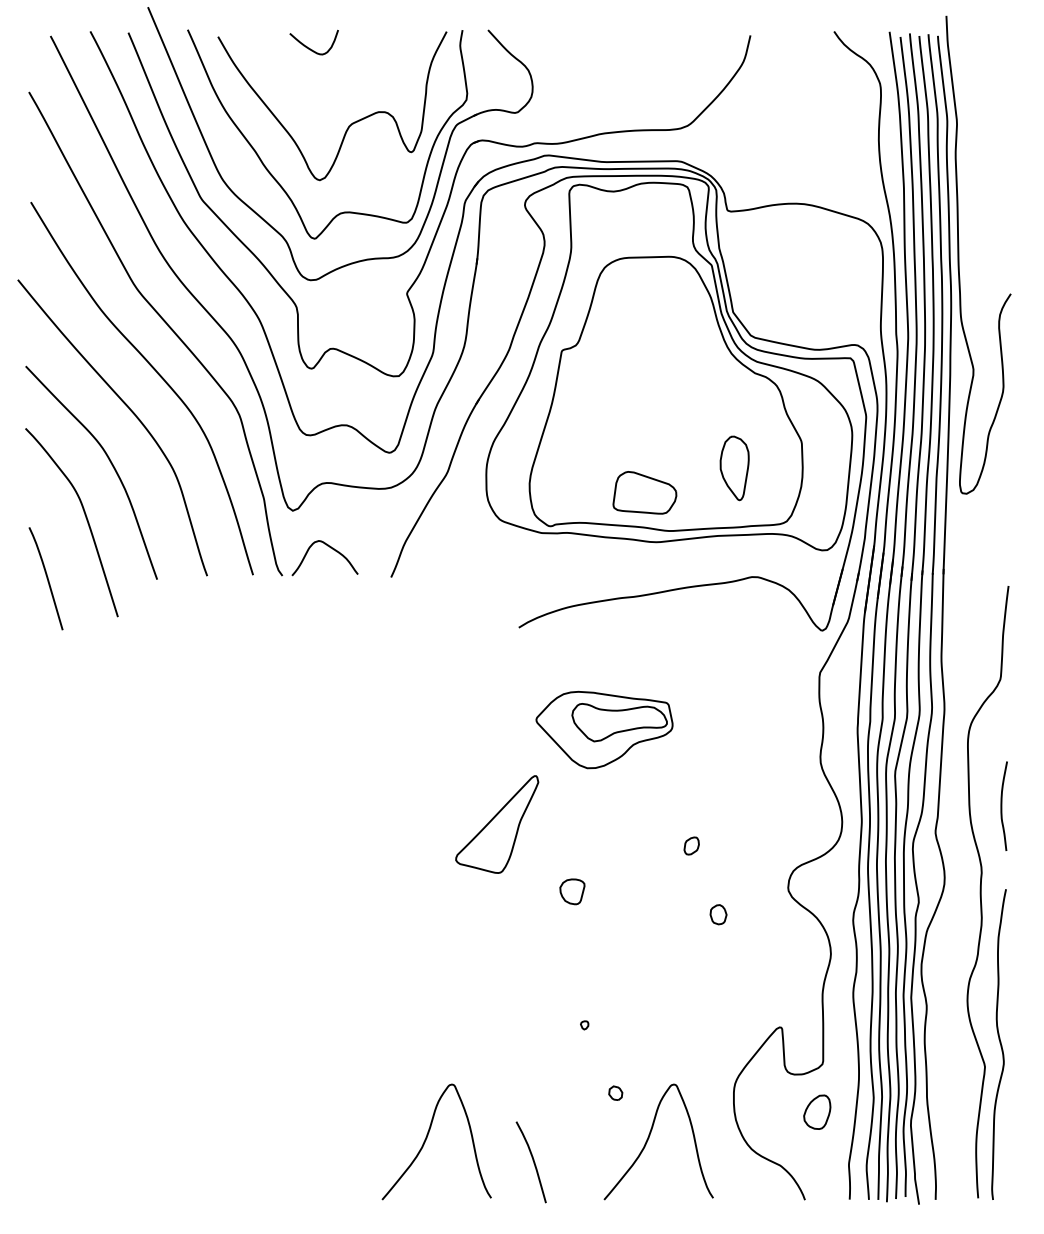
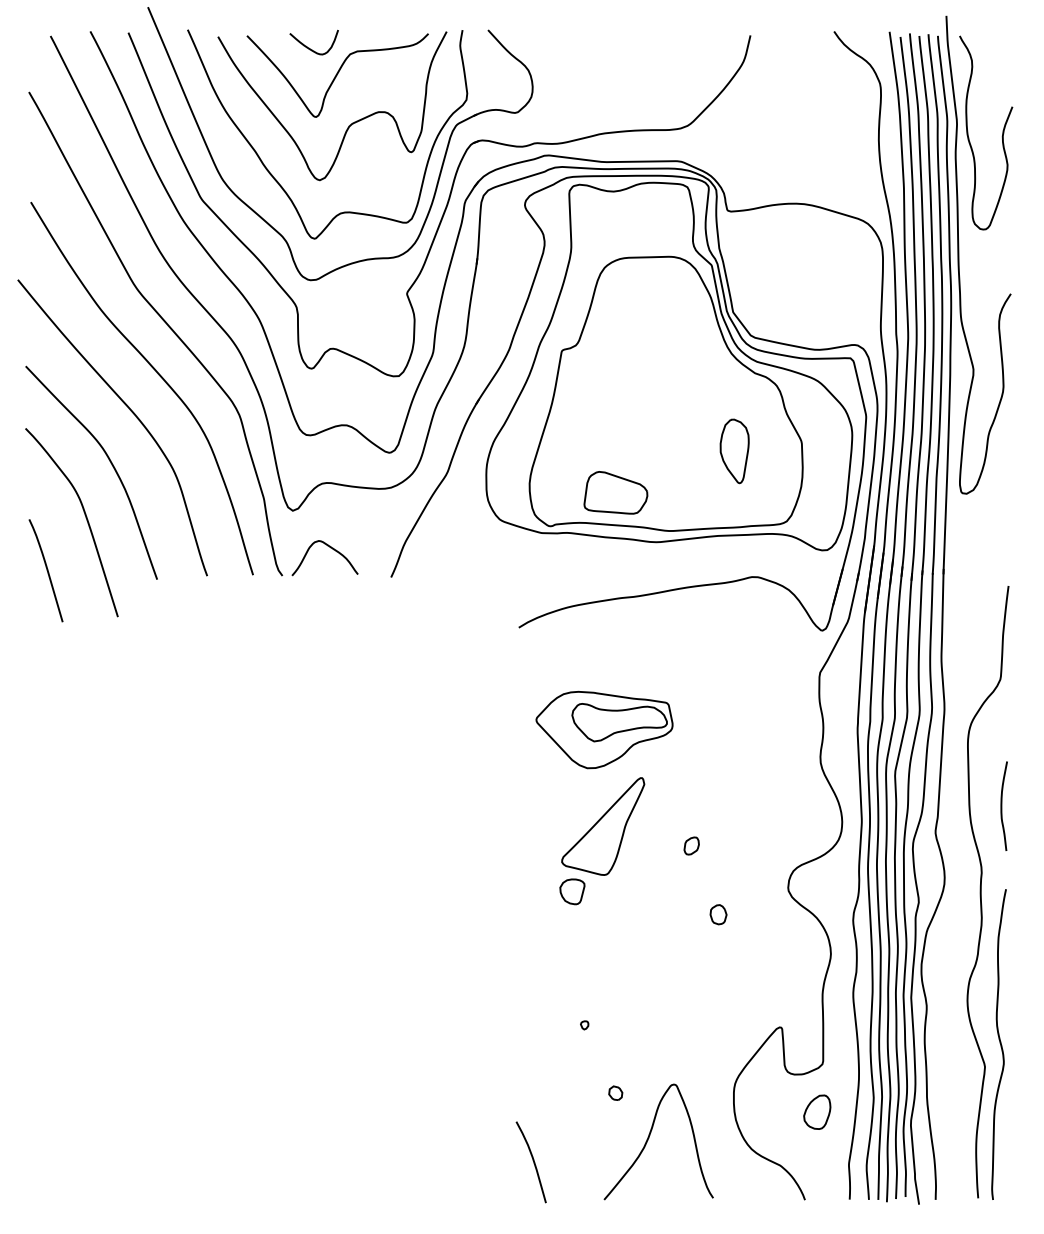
curve at (337, 75): none -> present
curve at (1001, 136): none -> present
part at (734, 468) position: (734, 468) -> (734, 451)
part at (644, 492) position: (644, 492) -> (615, 492)
curve at (46, 578) position: (46, 578) -> (46, 570)
part at (497, 824) position: (497, 824) -> (603, 826)
curve at (427, 1138): present -> none
